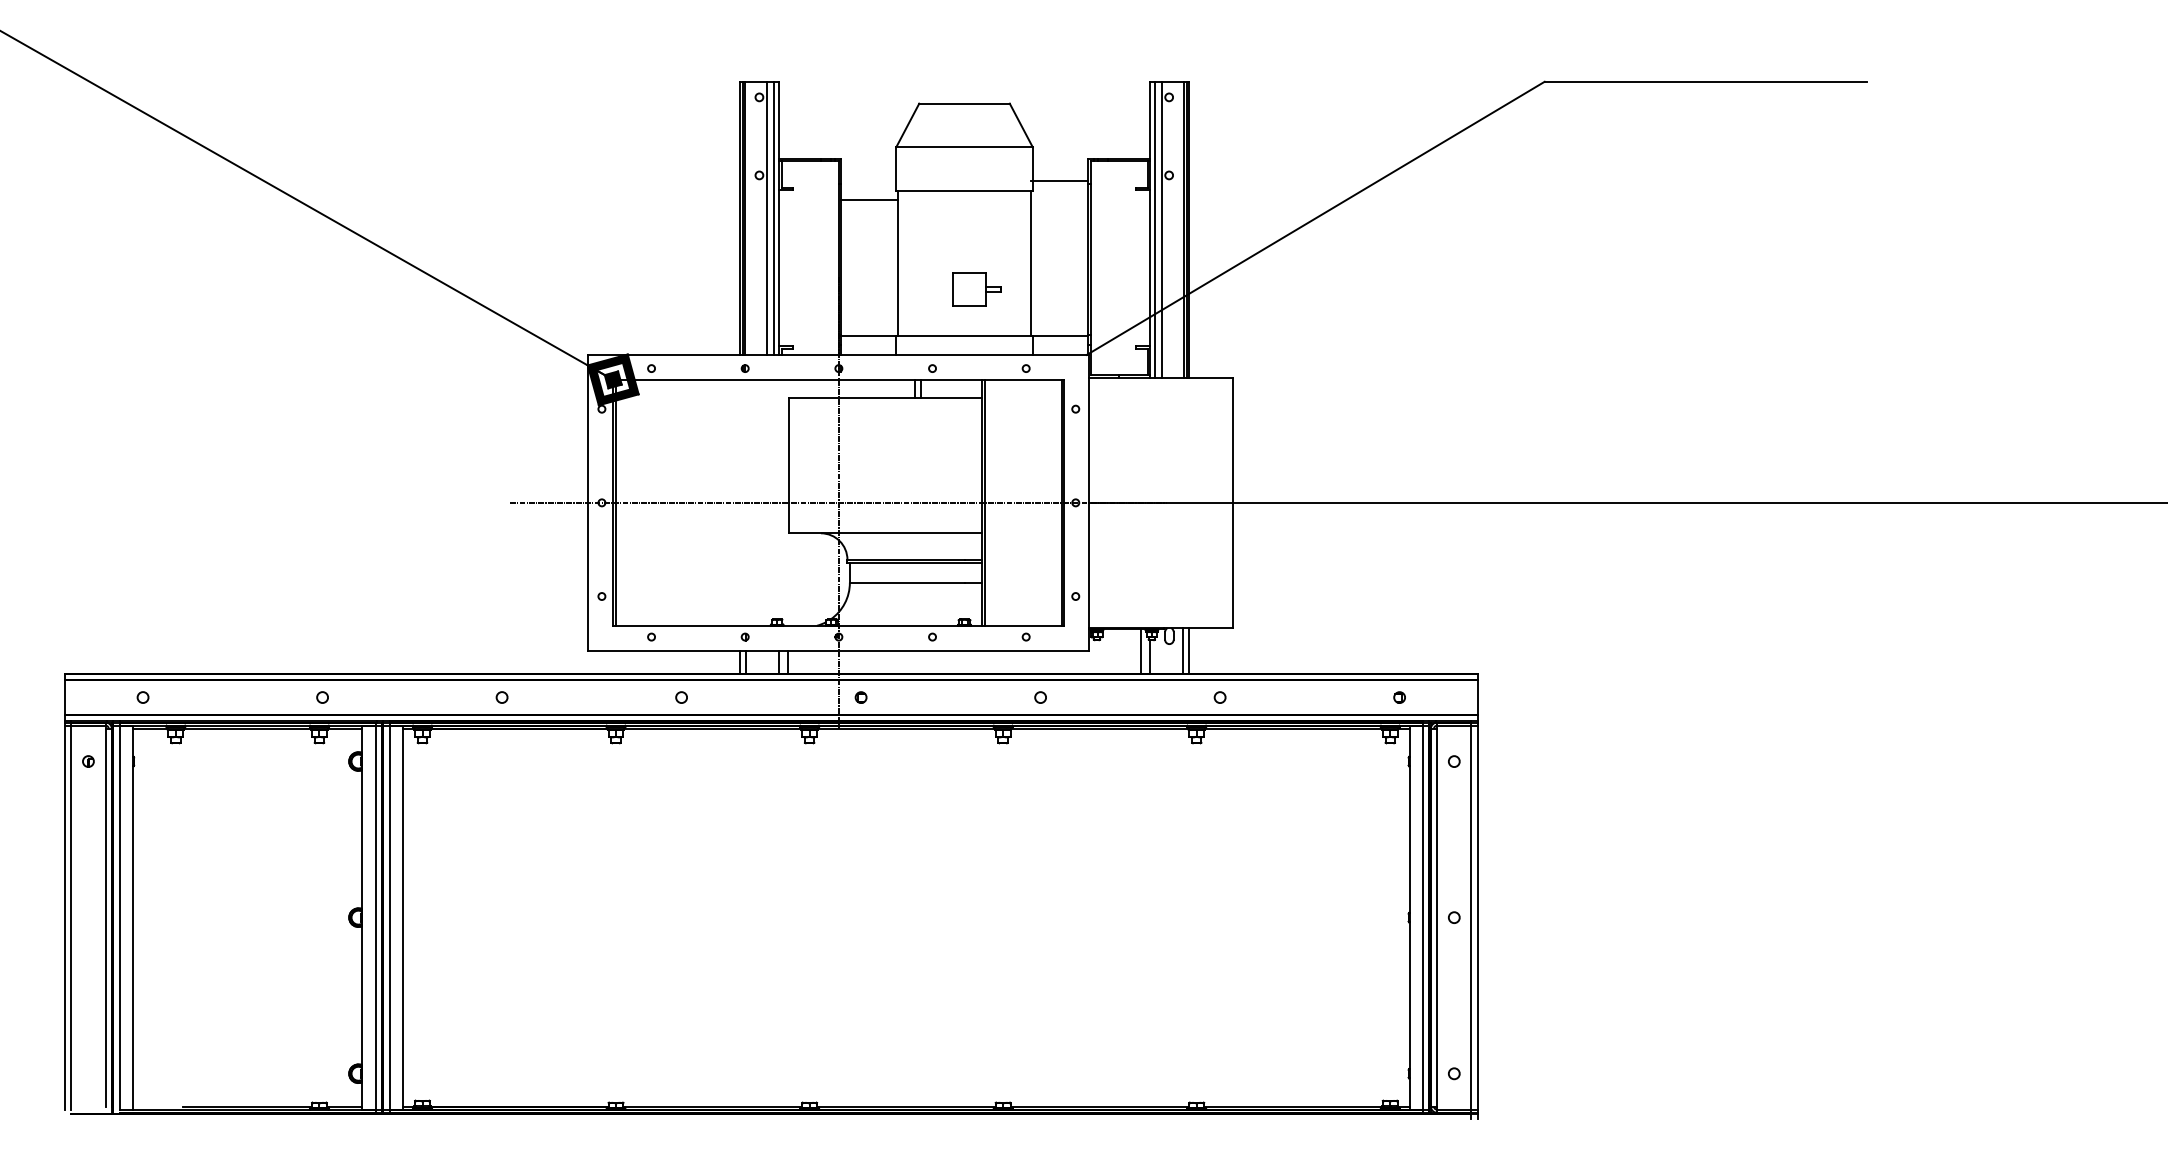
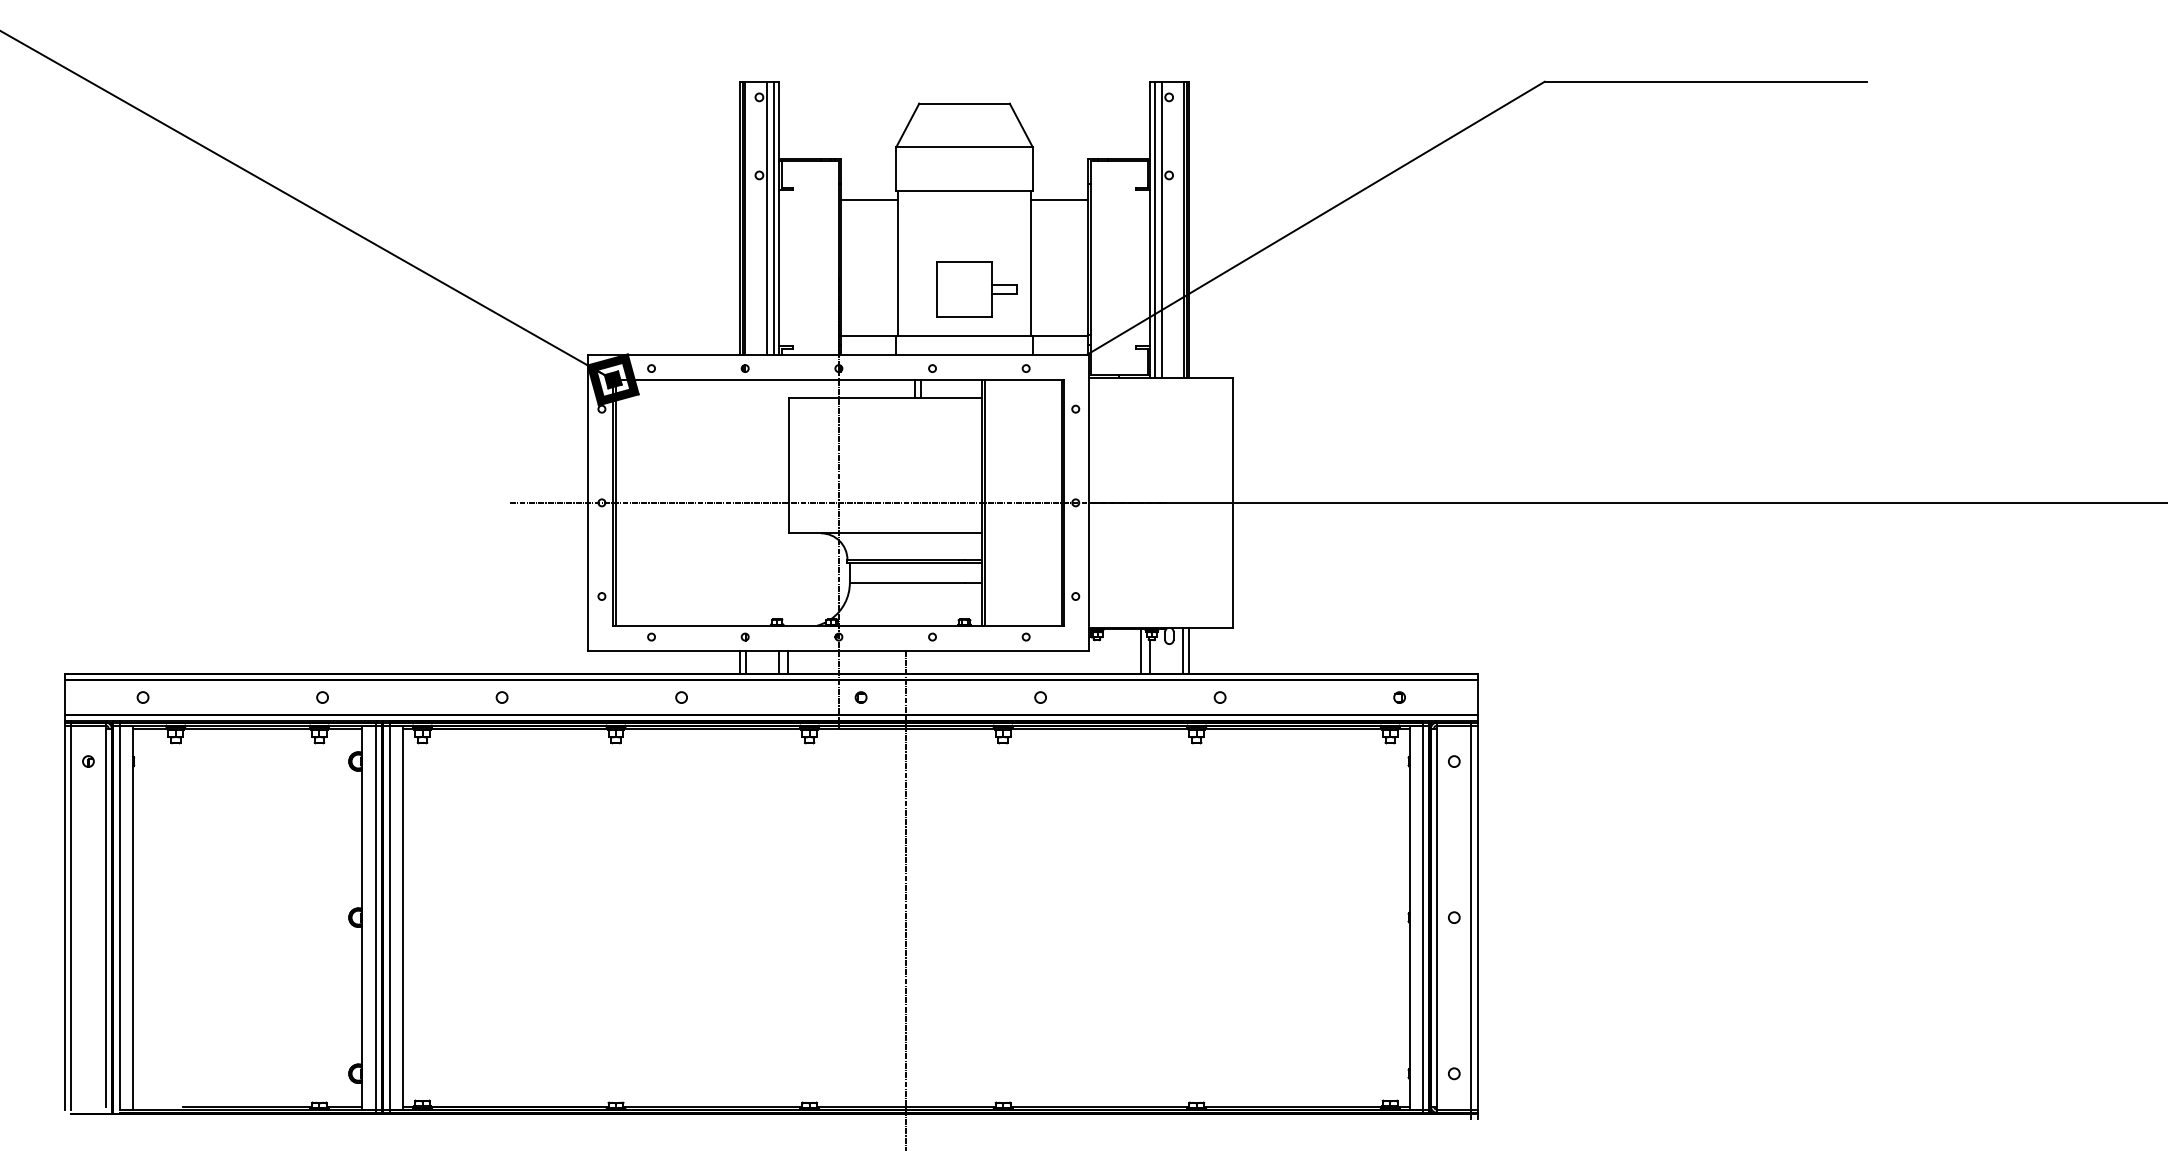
line at (1059, 181) position: (1059, 181) -> (1059, 200)
part at (976, 289) size: 50x35 px -> 82x57 px
line at (906, 898): none -> present
